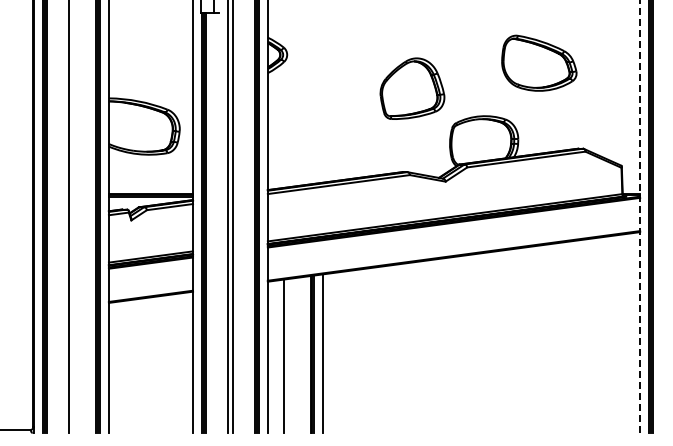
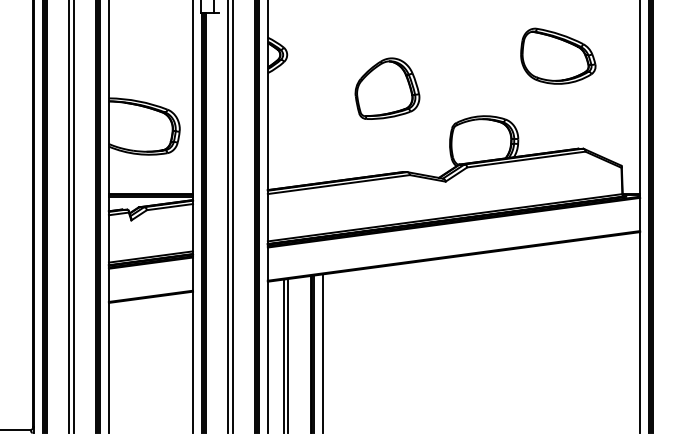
part at (539, 62) position: (539, 62) -> (558, 55)
part at (412, 88) position: (412, 88) -> (387, 88)
line at (640, 216): dashed -> solid
line at (73, 217): none -> present
line at (288, 355): none -> present
